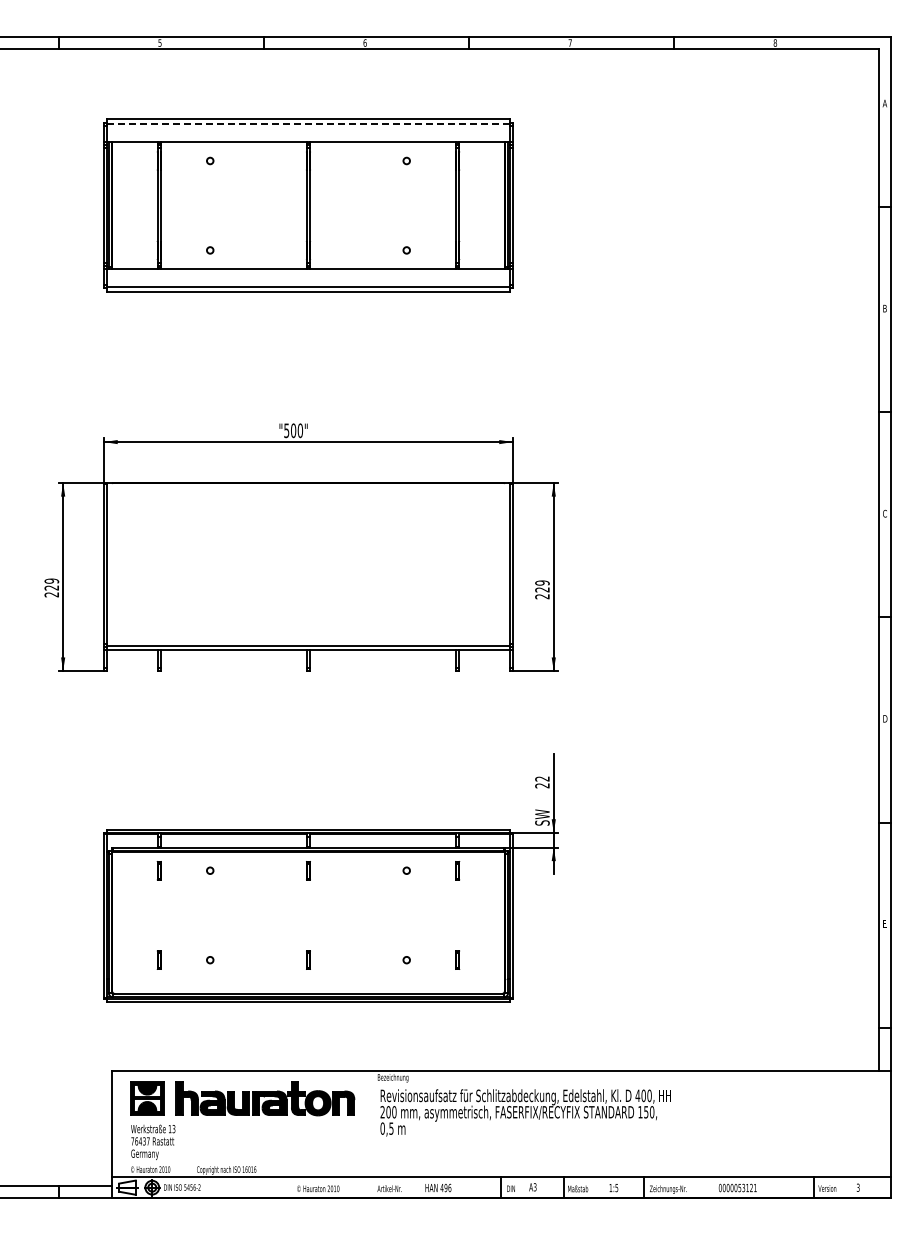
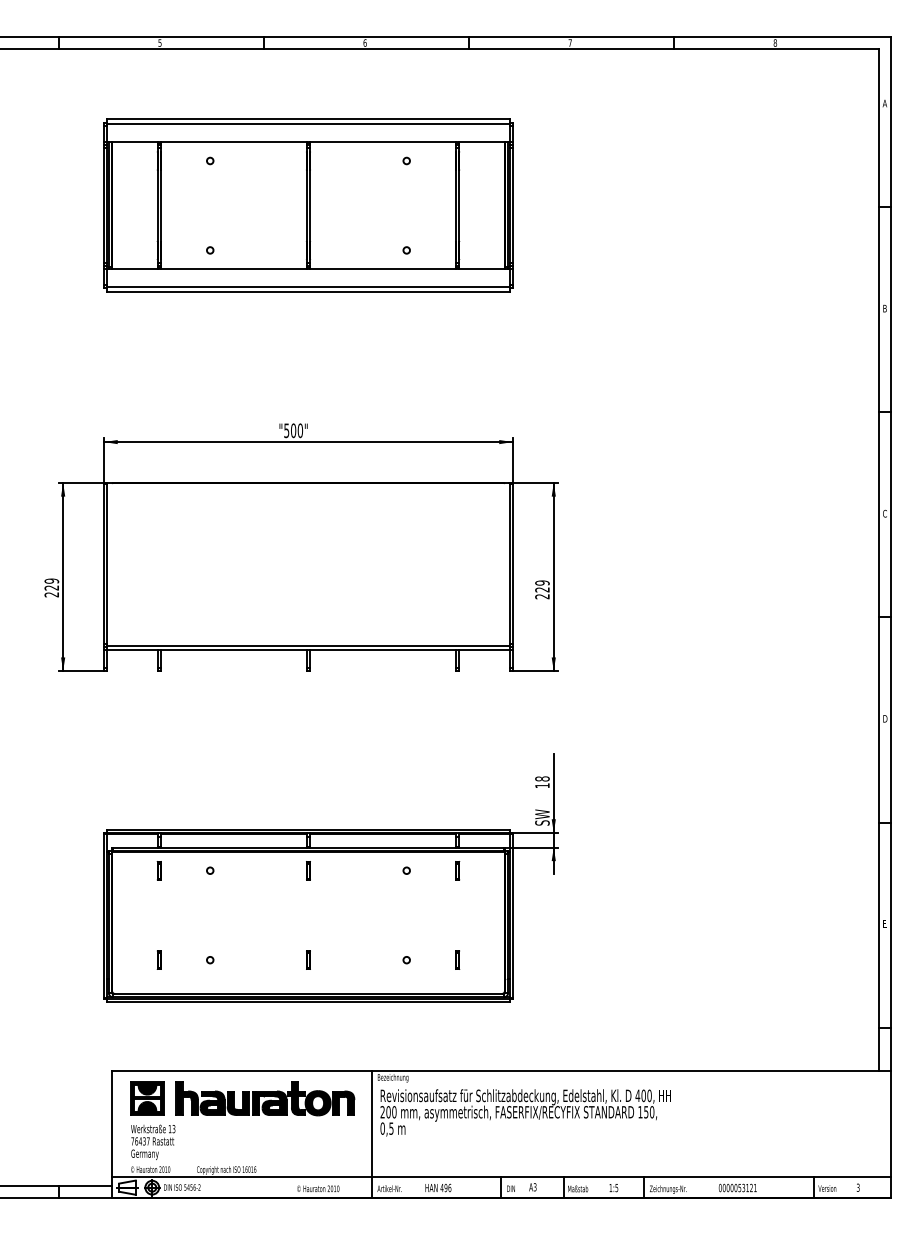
line at (307, 123): dashed -> solid
text at (542, 782): 22 -> 18
line at (372, 1133): none -> present
